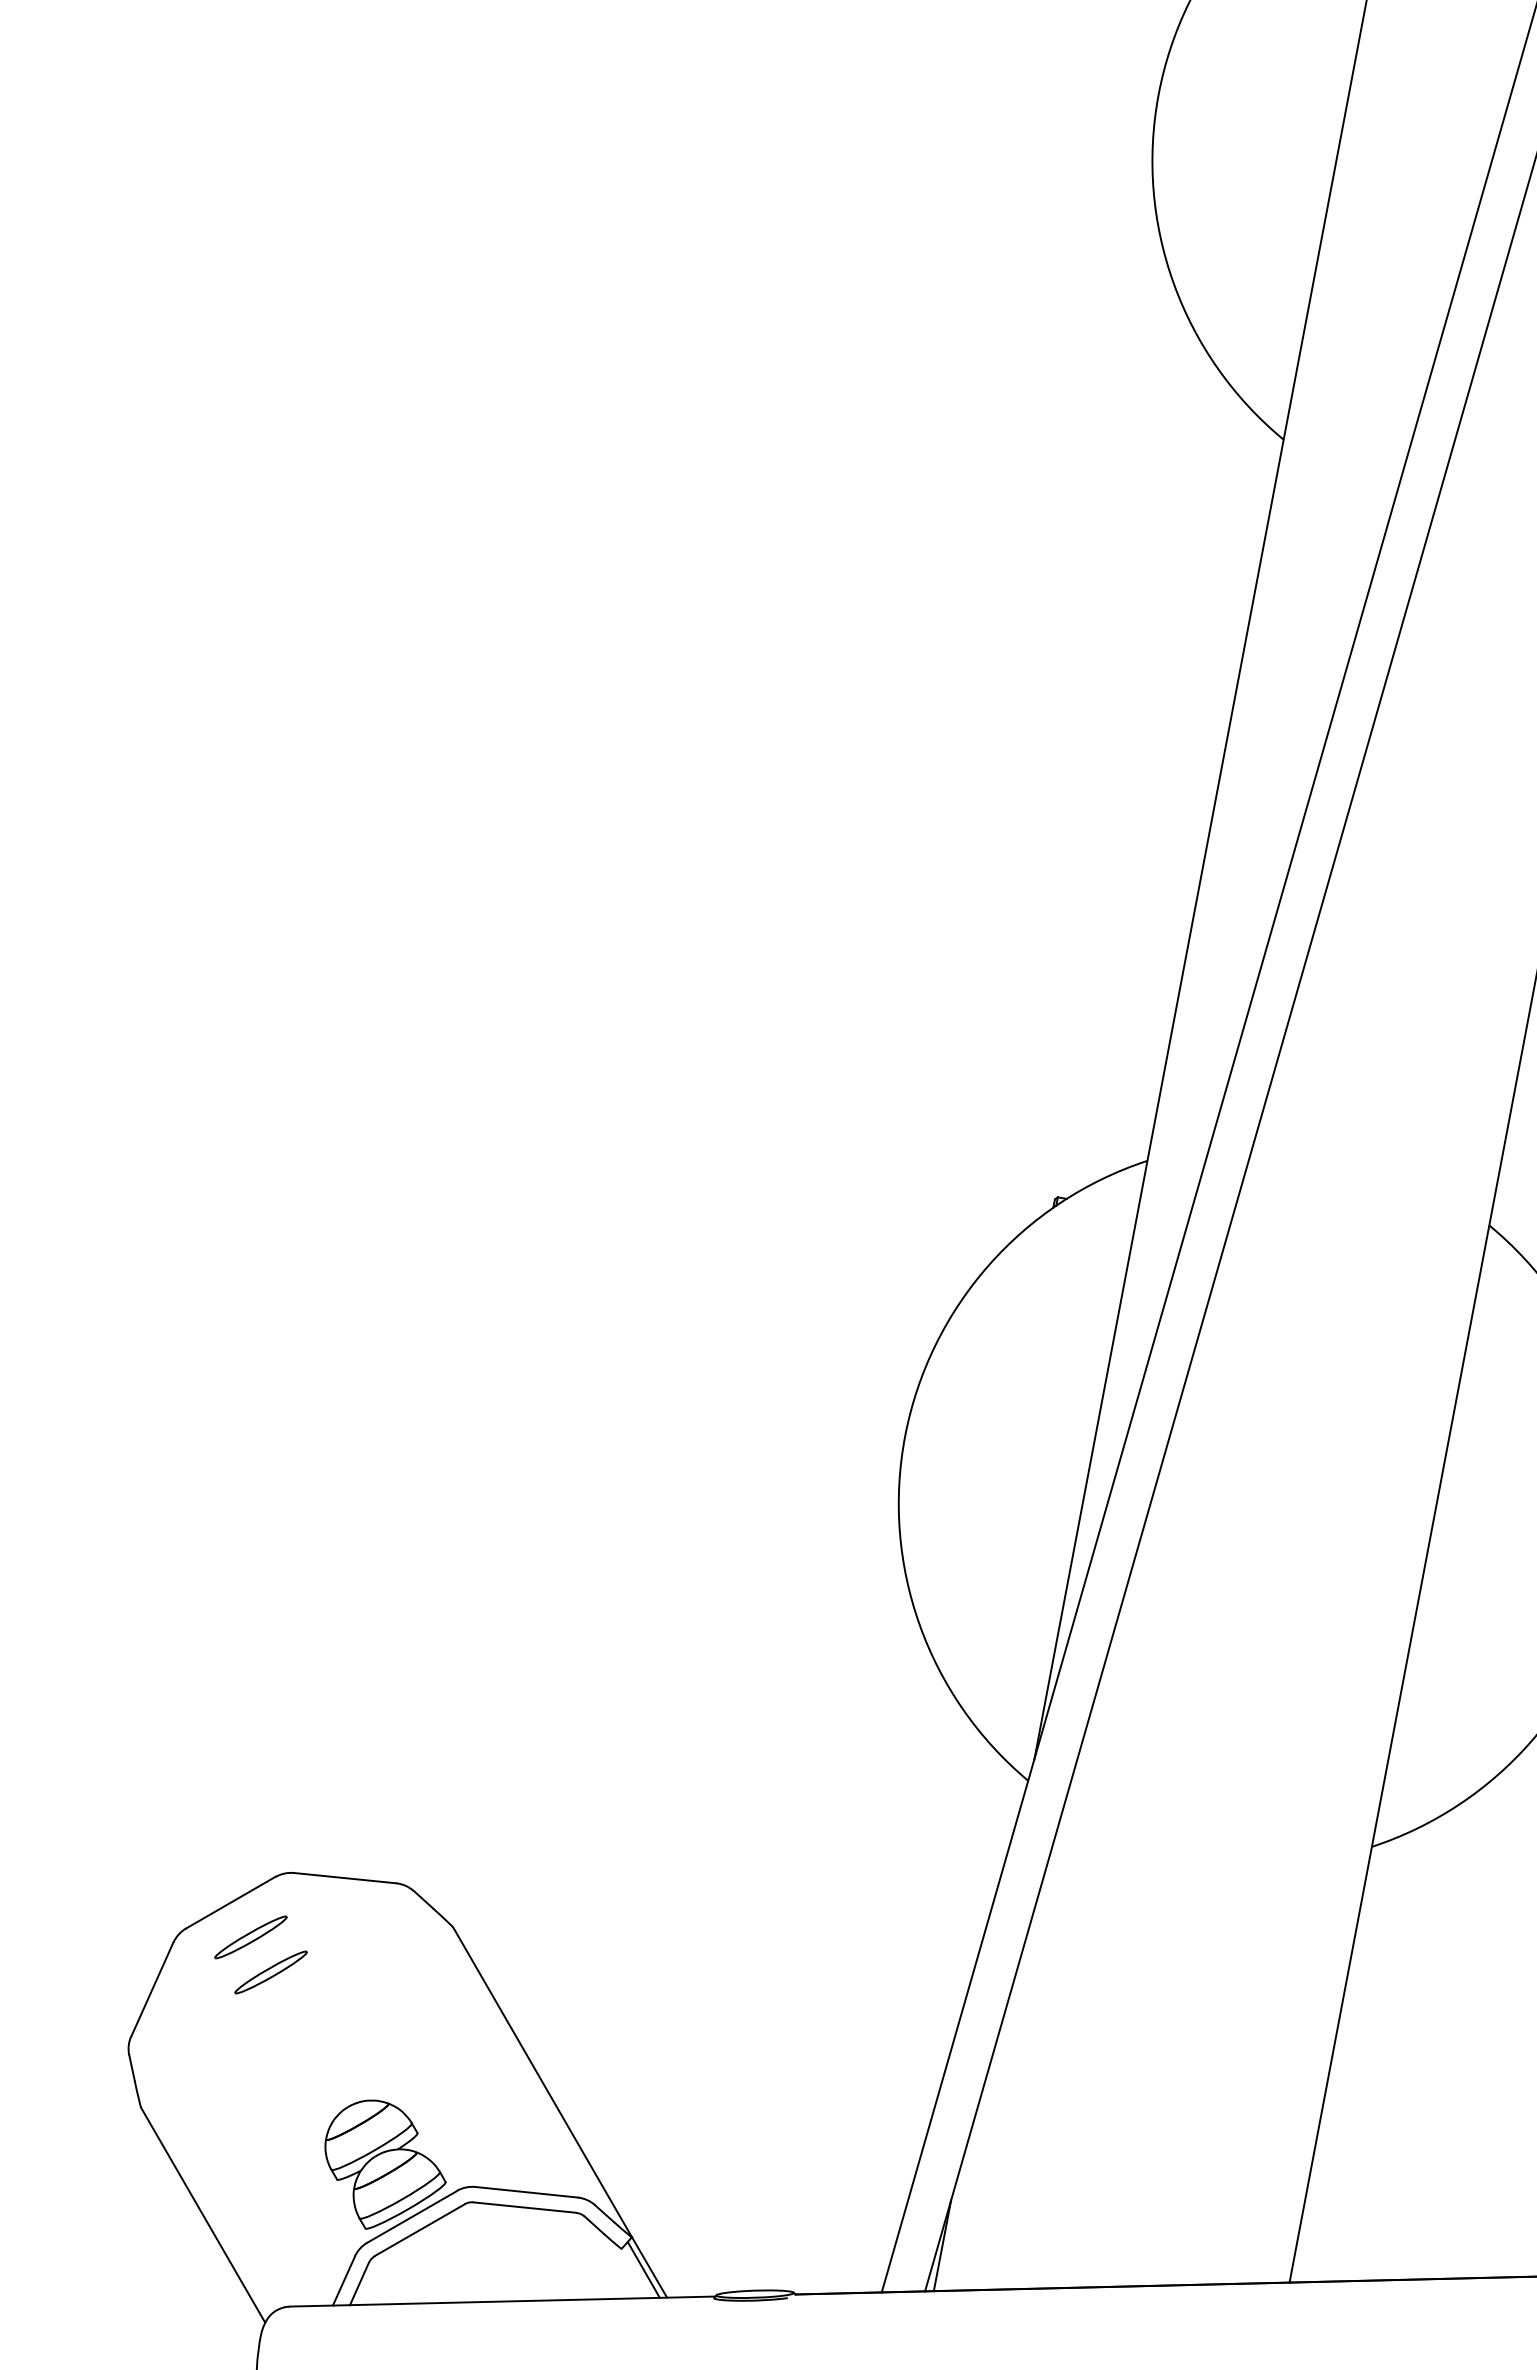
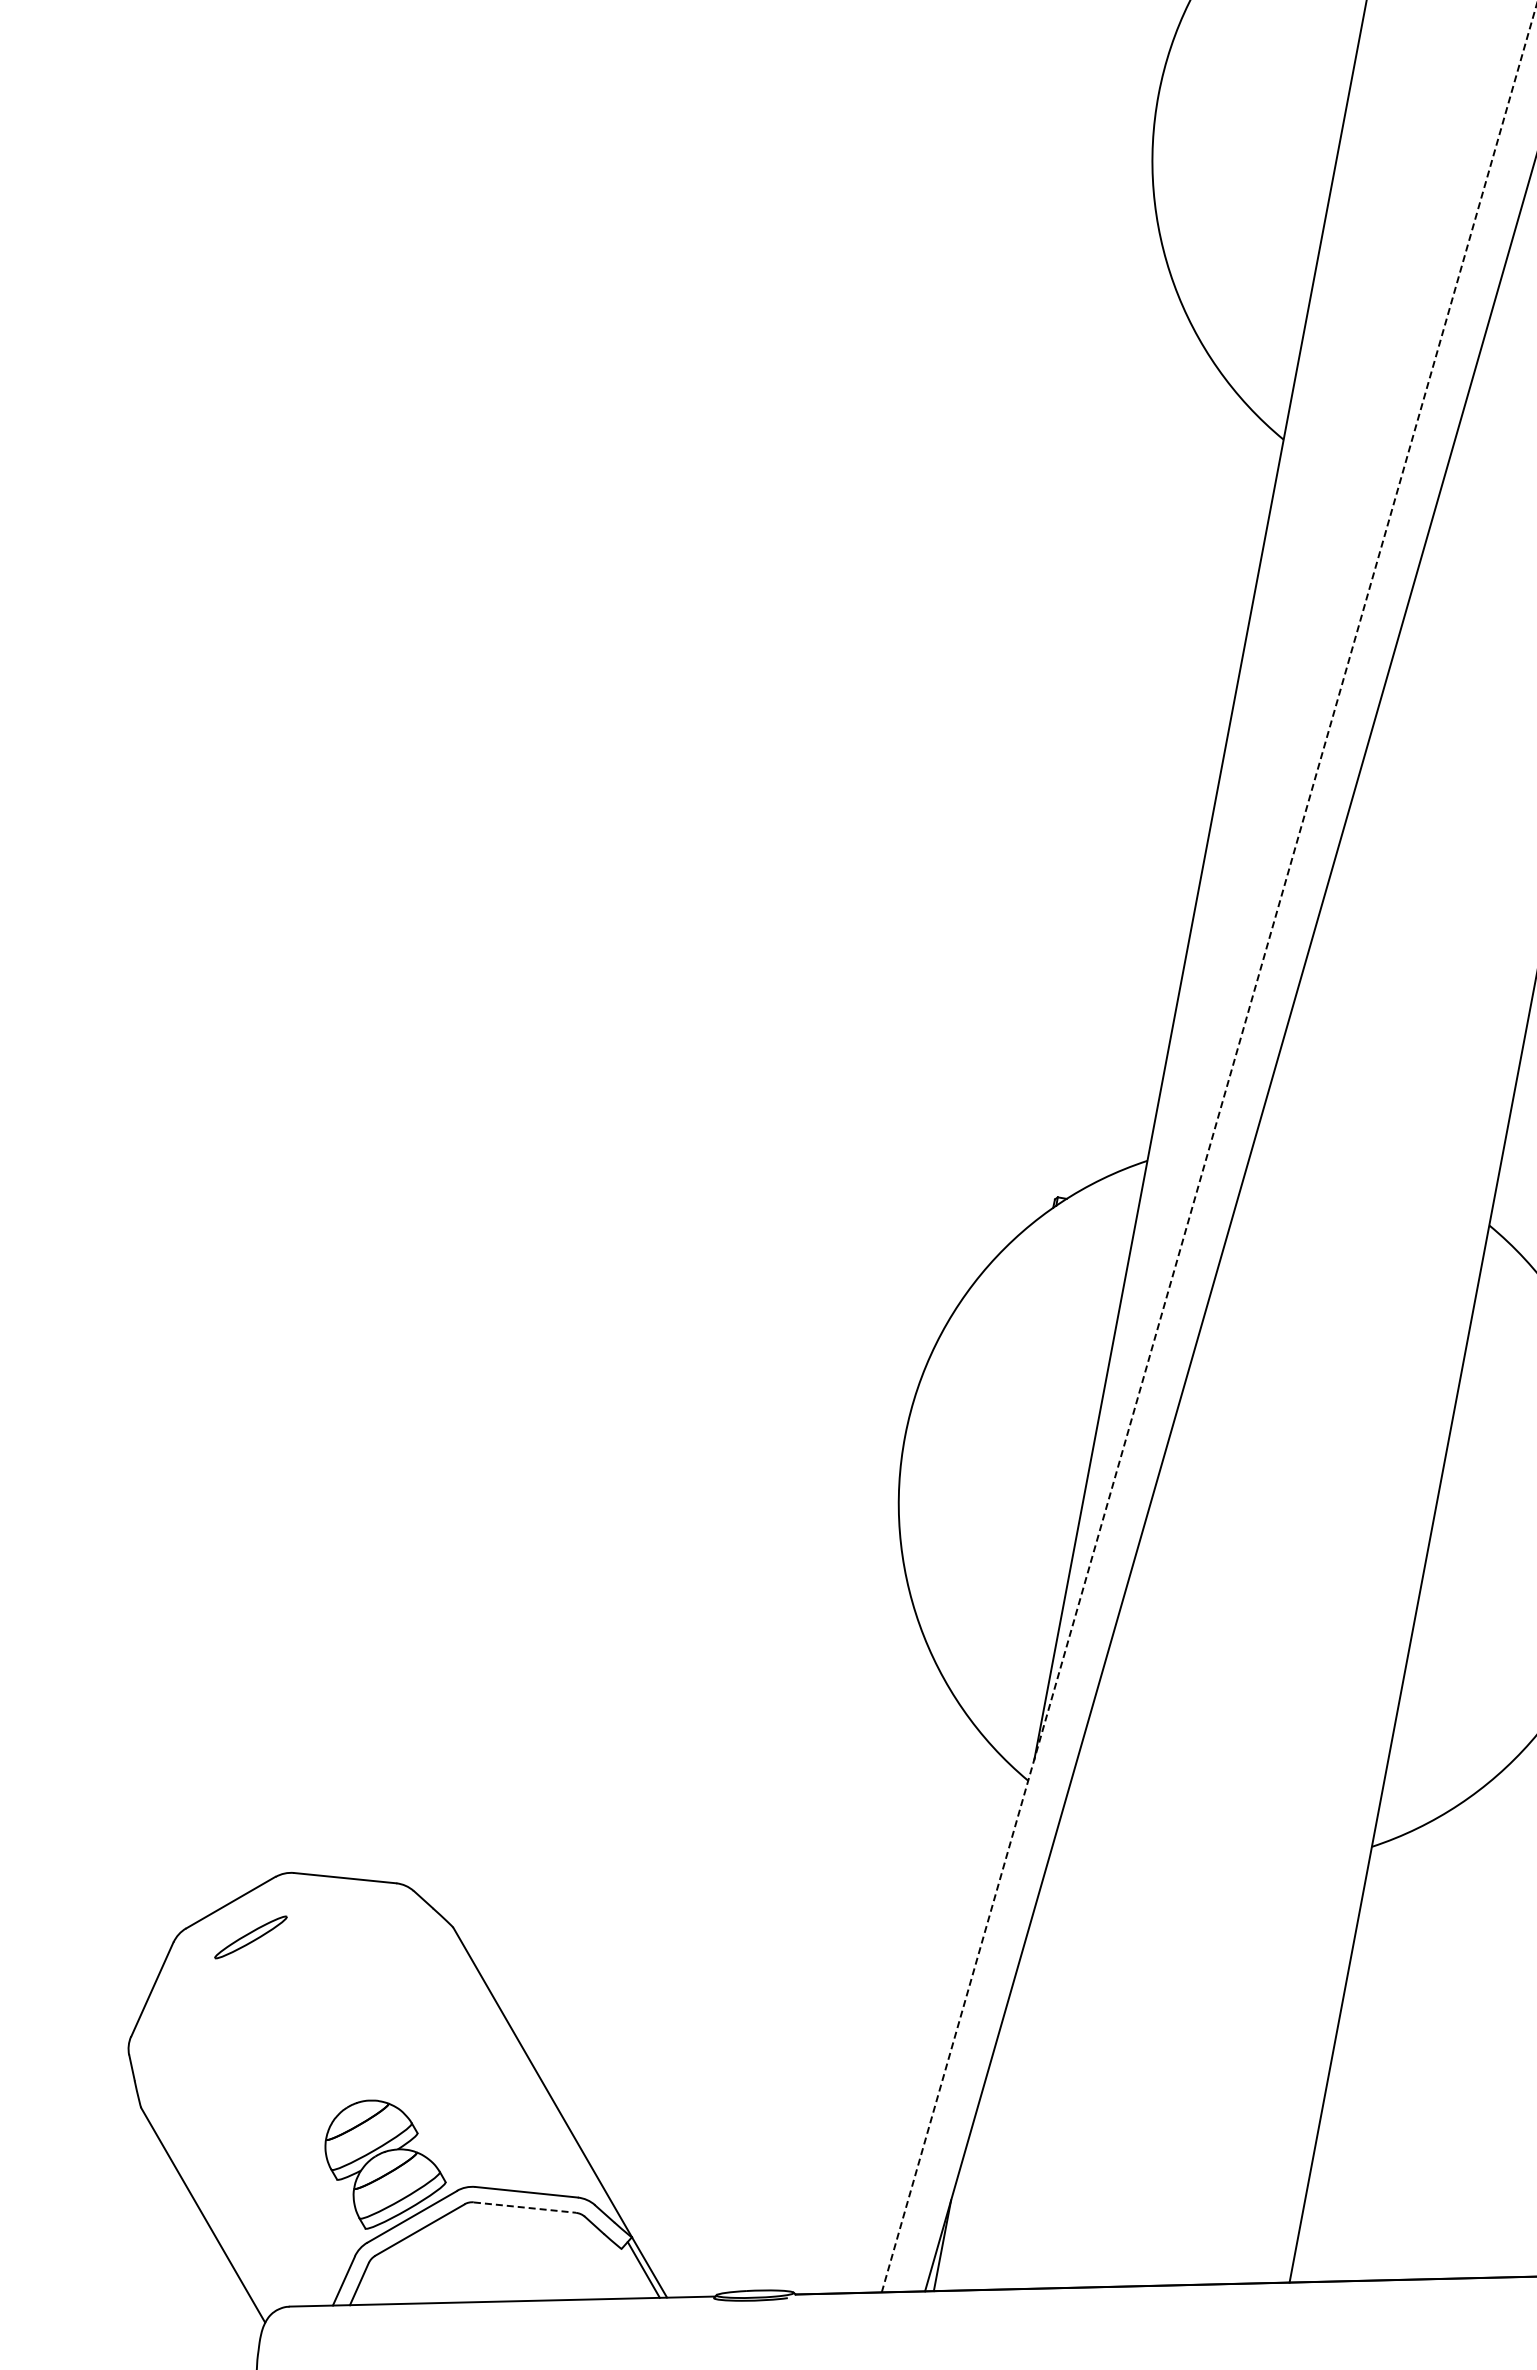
line at (1209, 1147): solid -> dashed
part at (270, 1972): present -> none
line at (525, 2207): solid -> dashed
